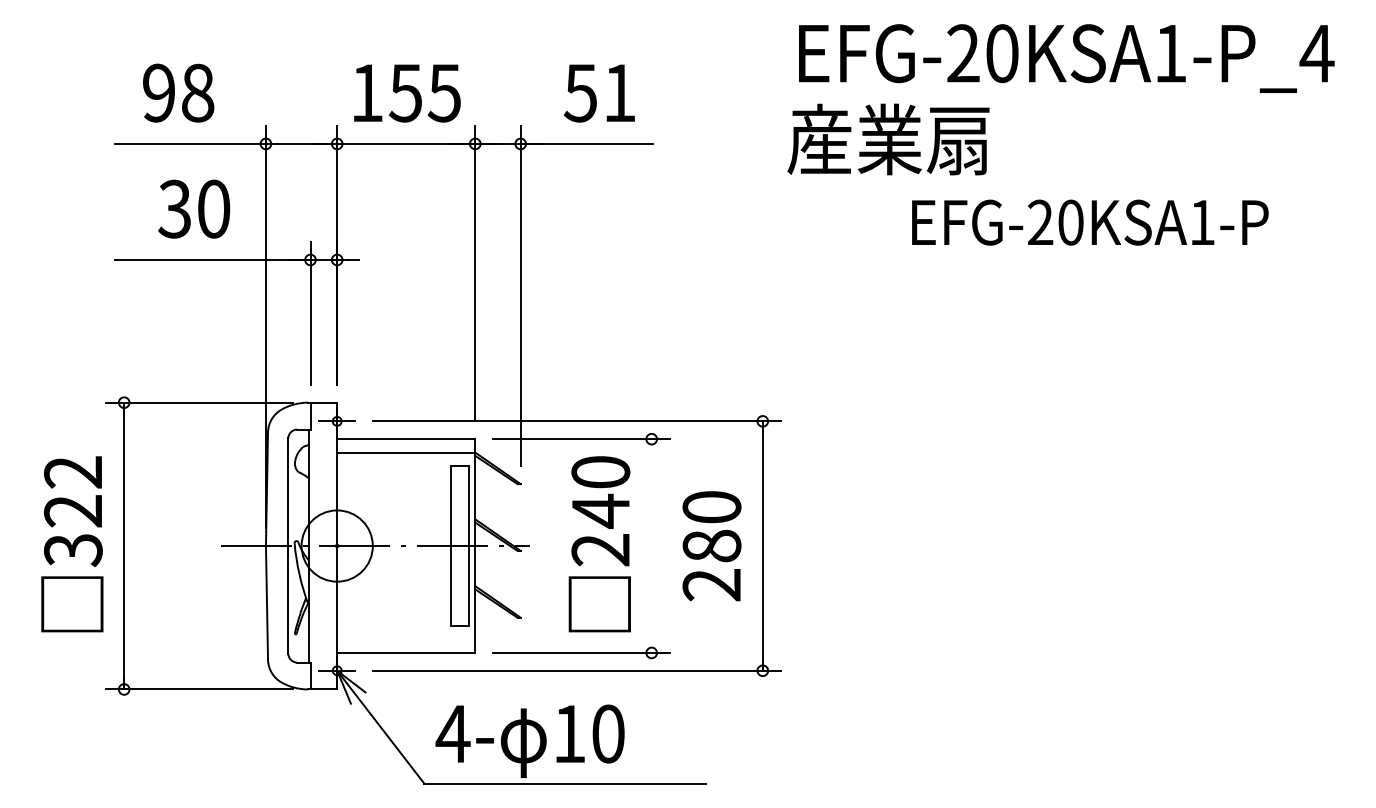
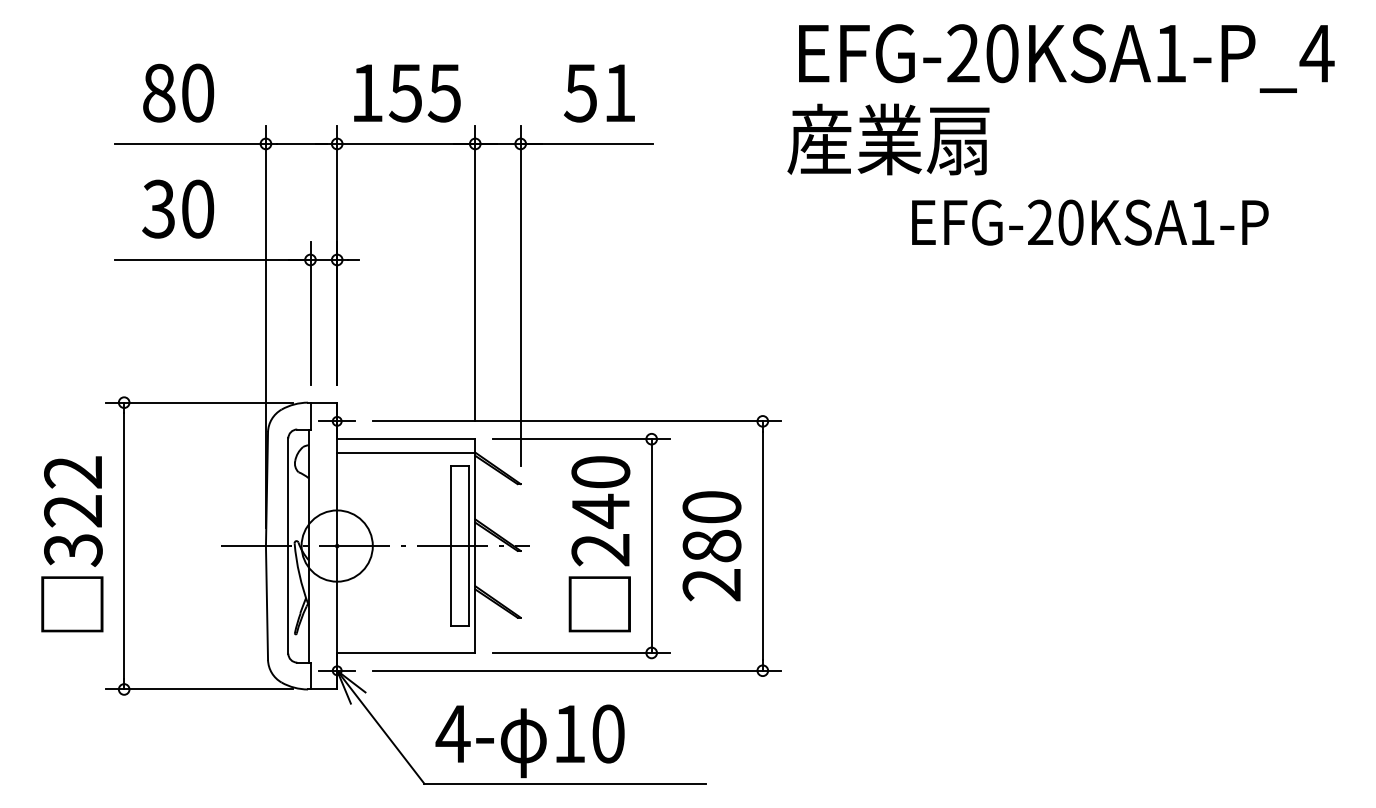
text at (178, 92): 98 -> 80
text at (194, 208) position: (194, 208) -> (178, 208)
line at (651, 545): none -> present
